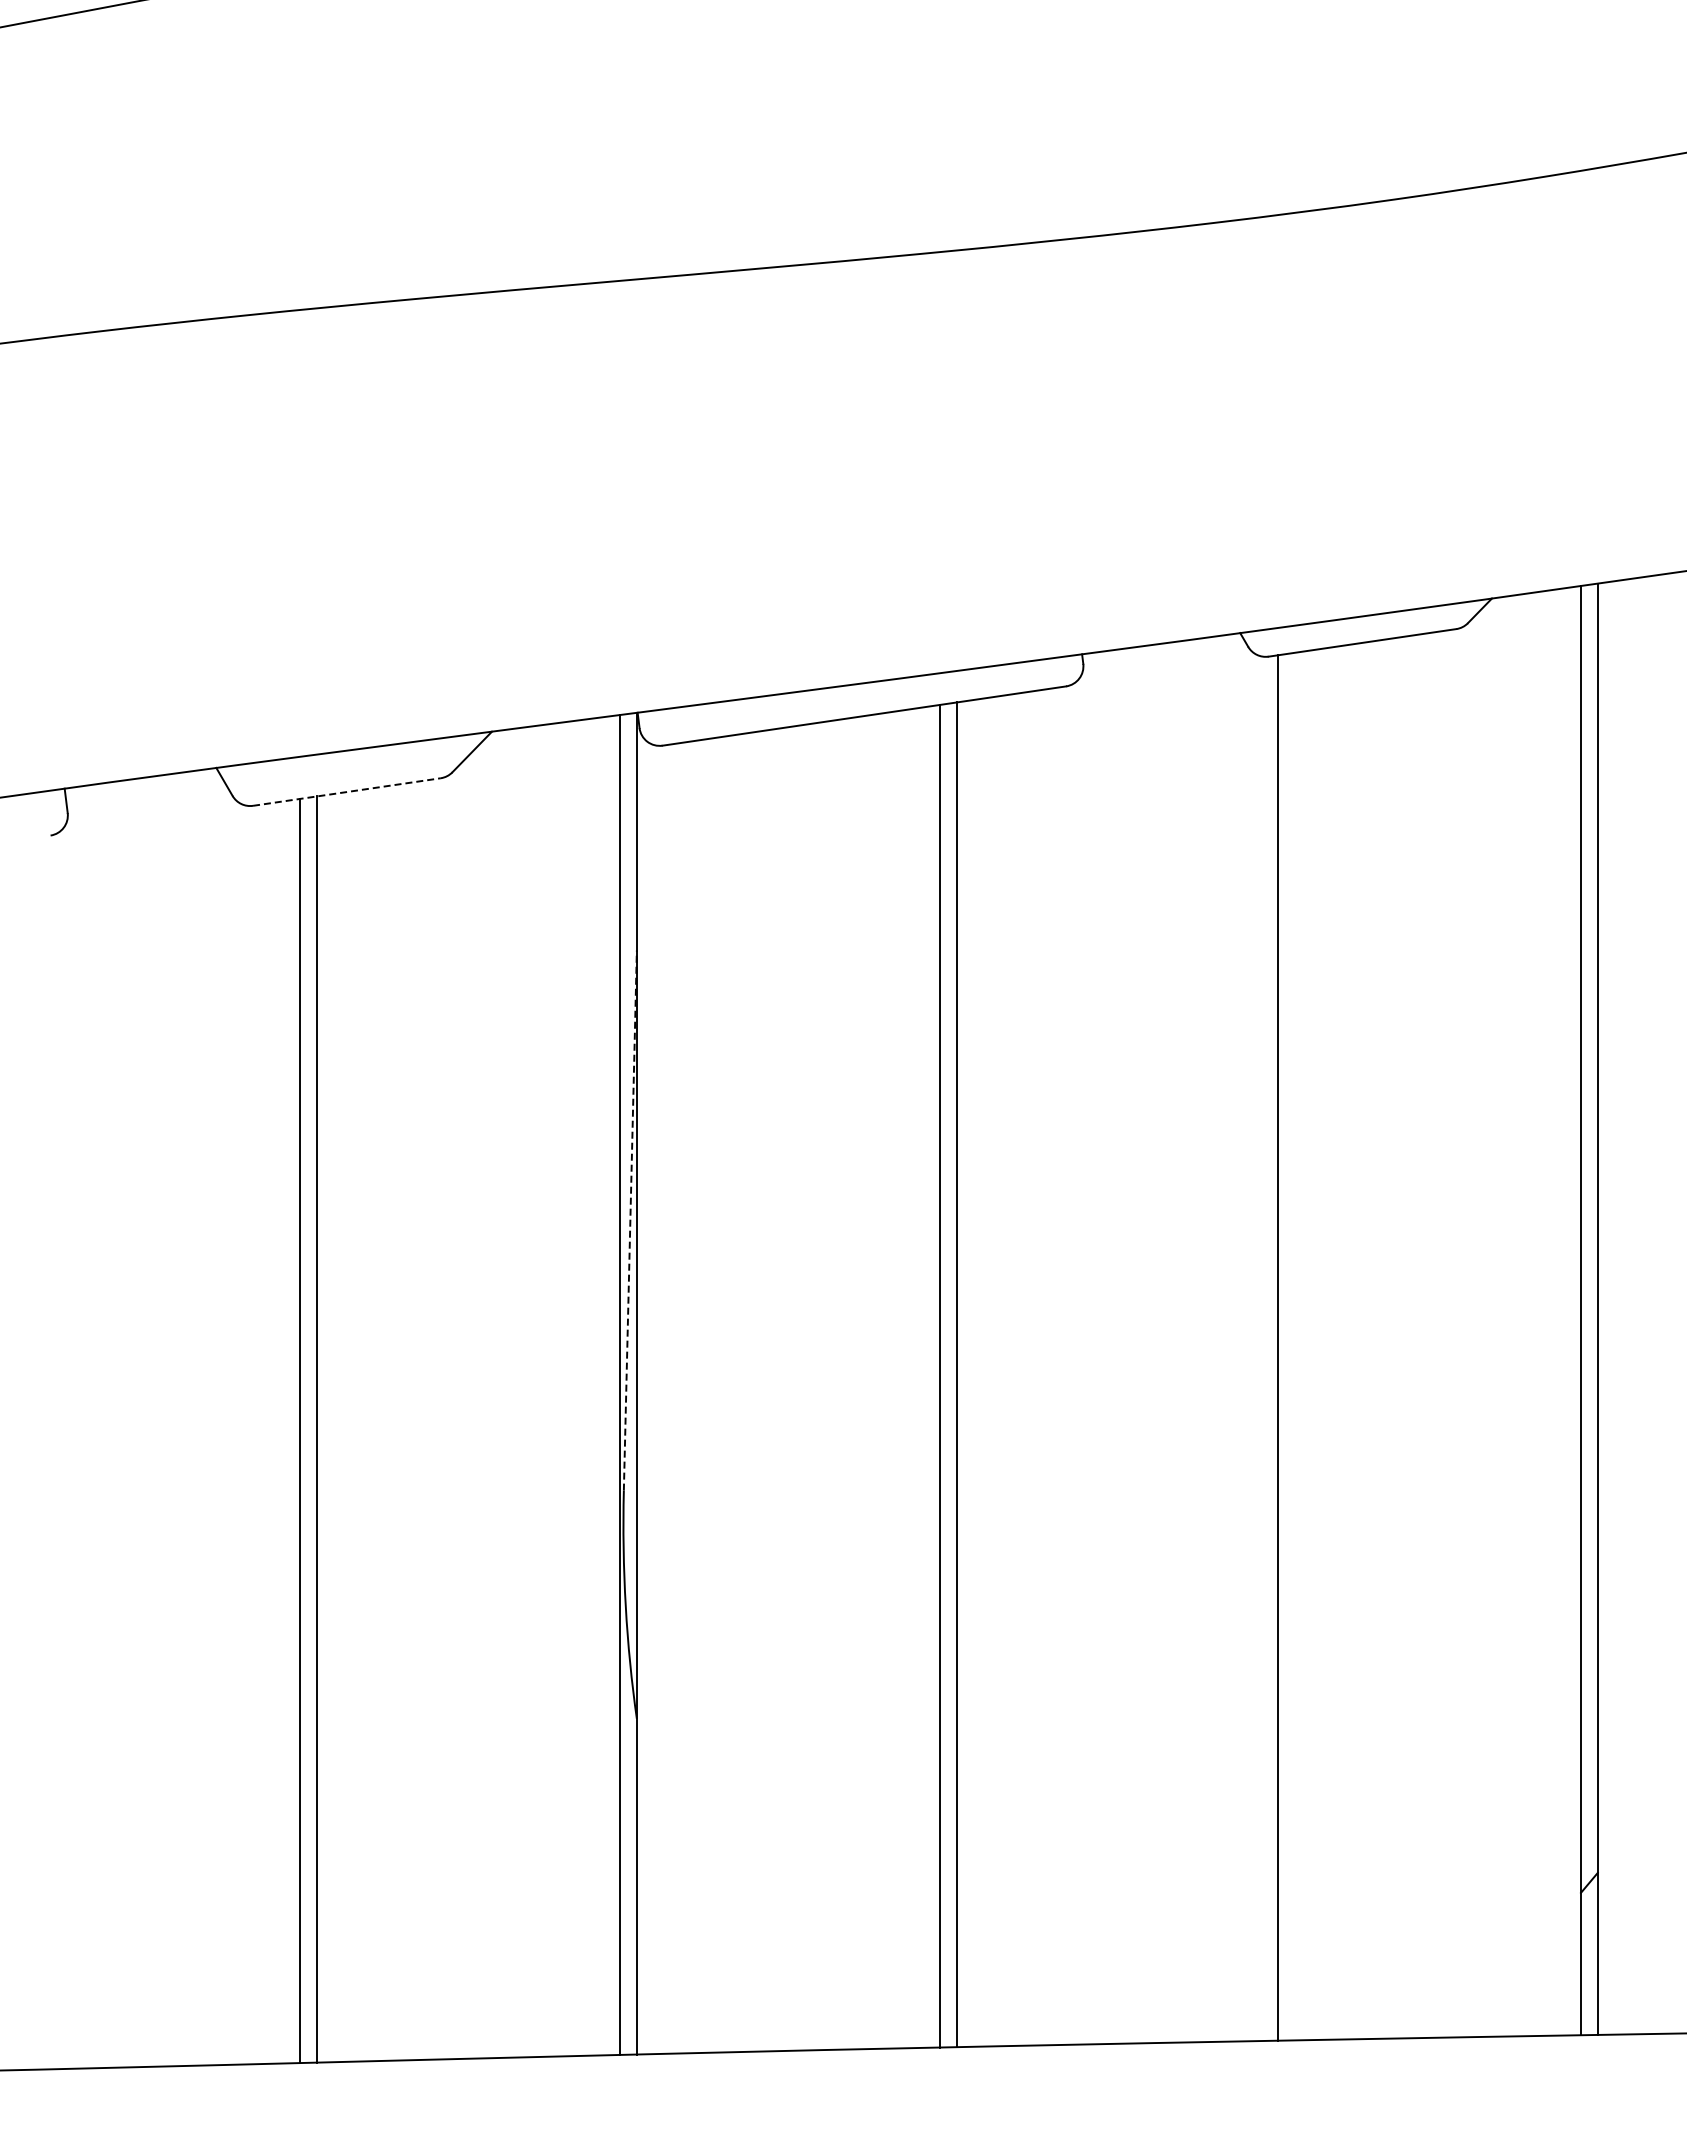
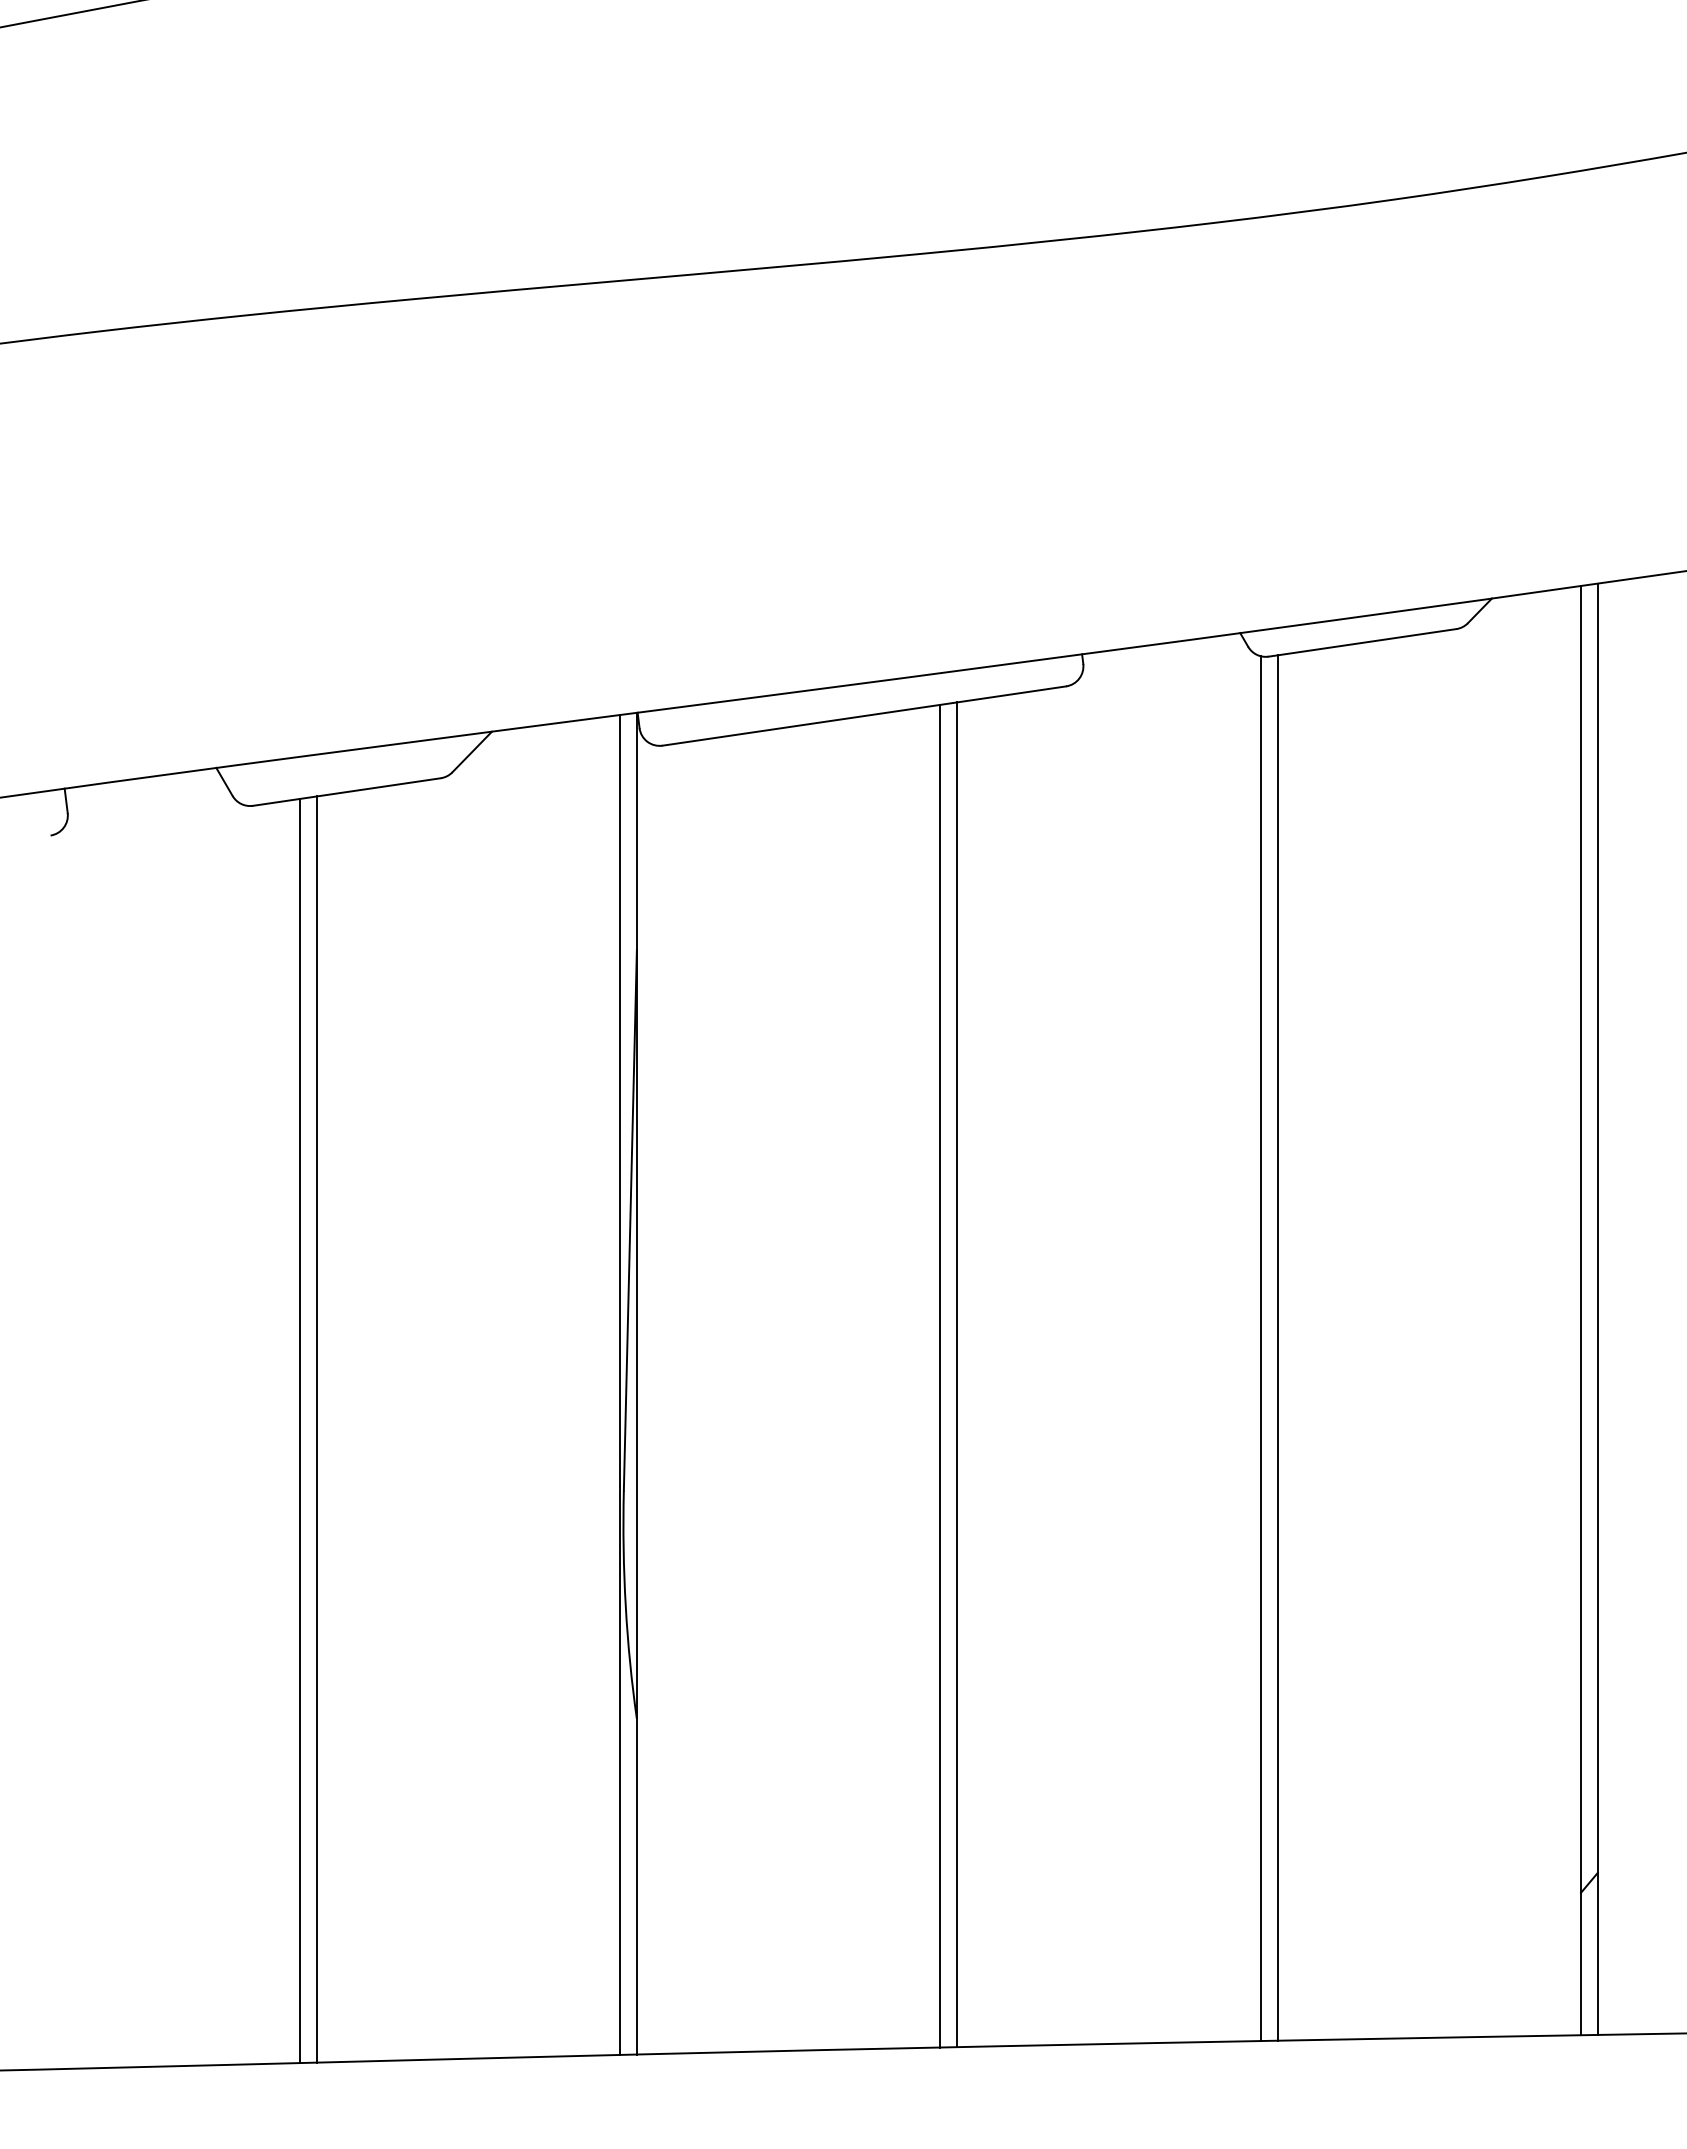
line at (346, 792): dashed -> solid
line at (630, 1220): dashed -> solid
line at (1260, 1348): none -> present
